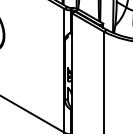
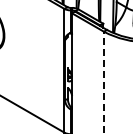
line at (103, 82): solid -> dashed
